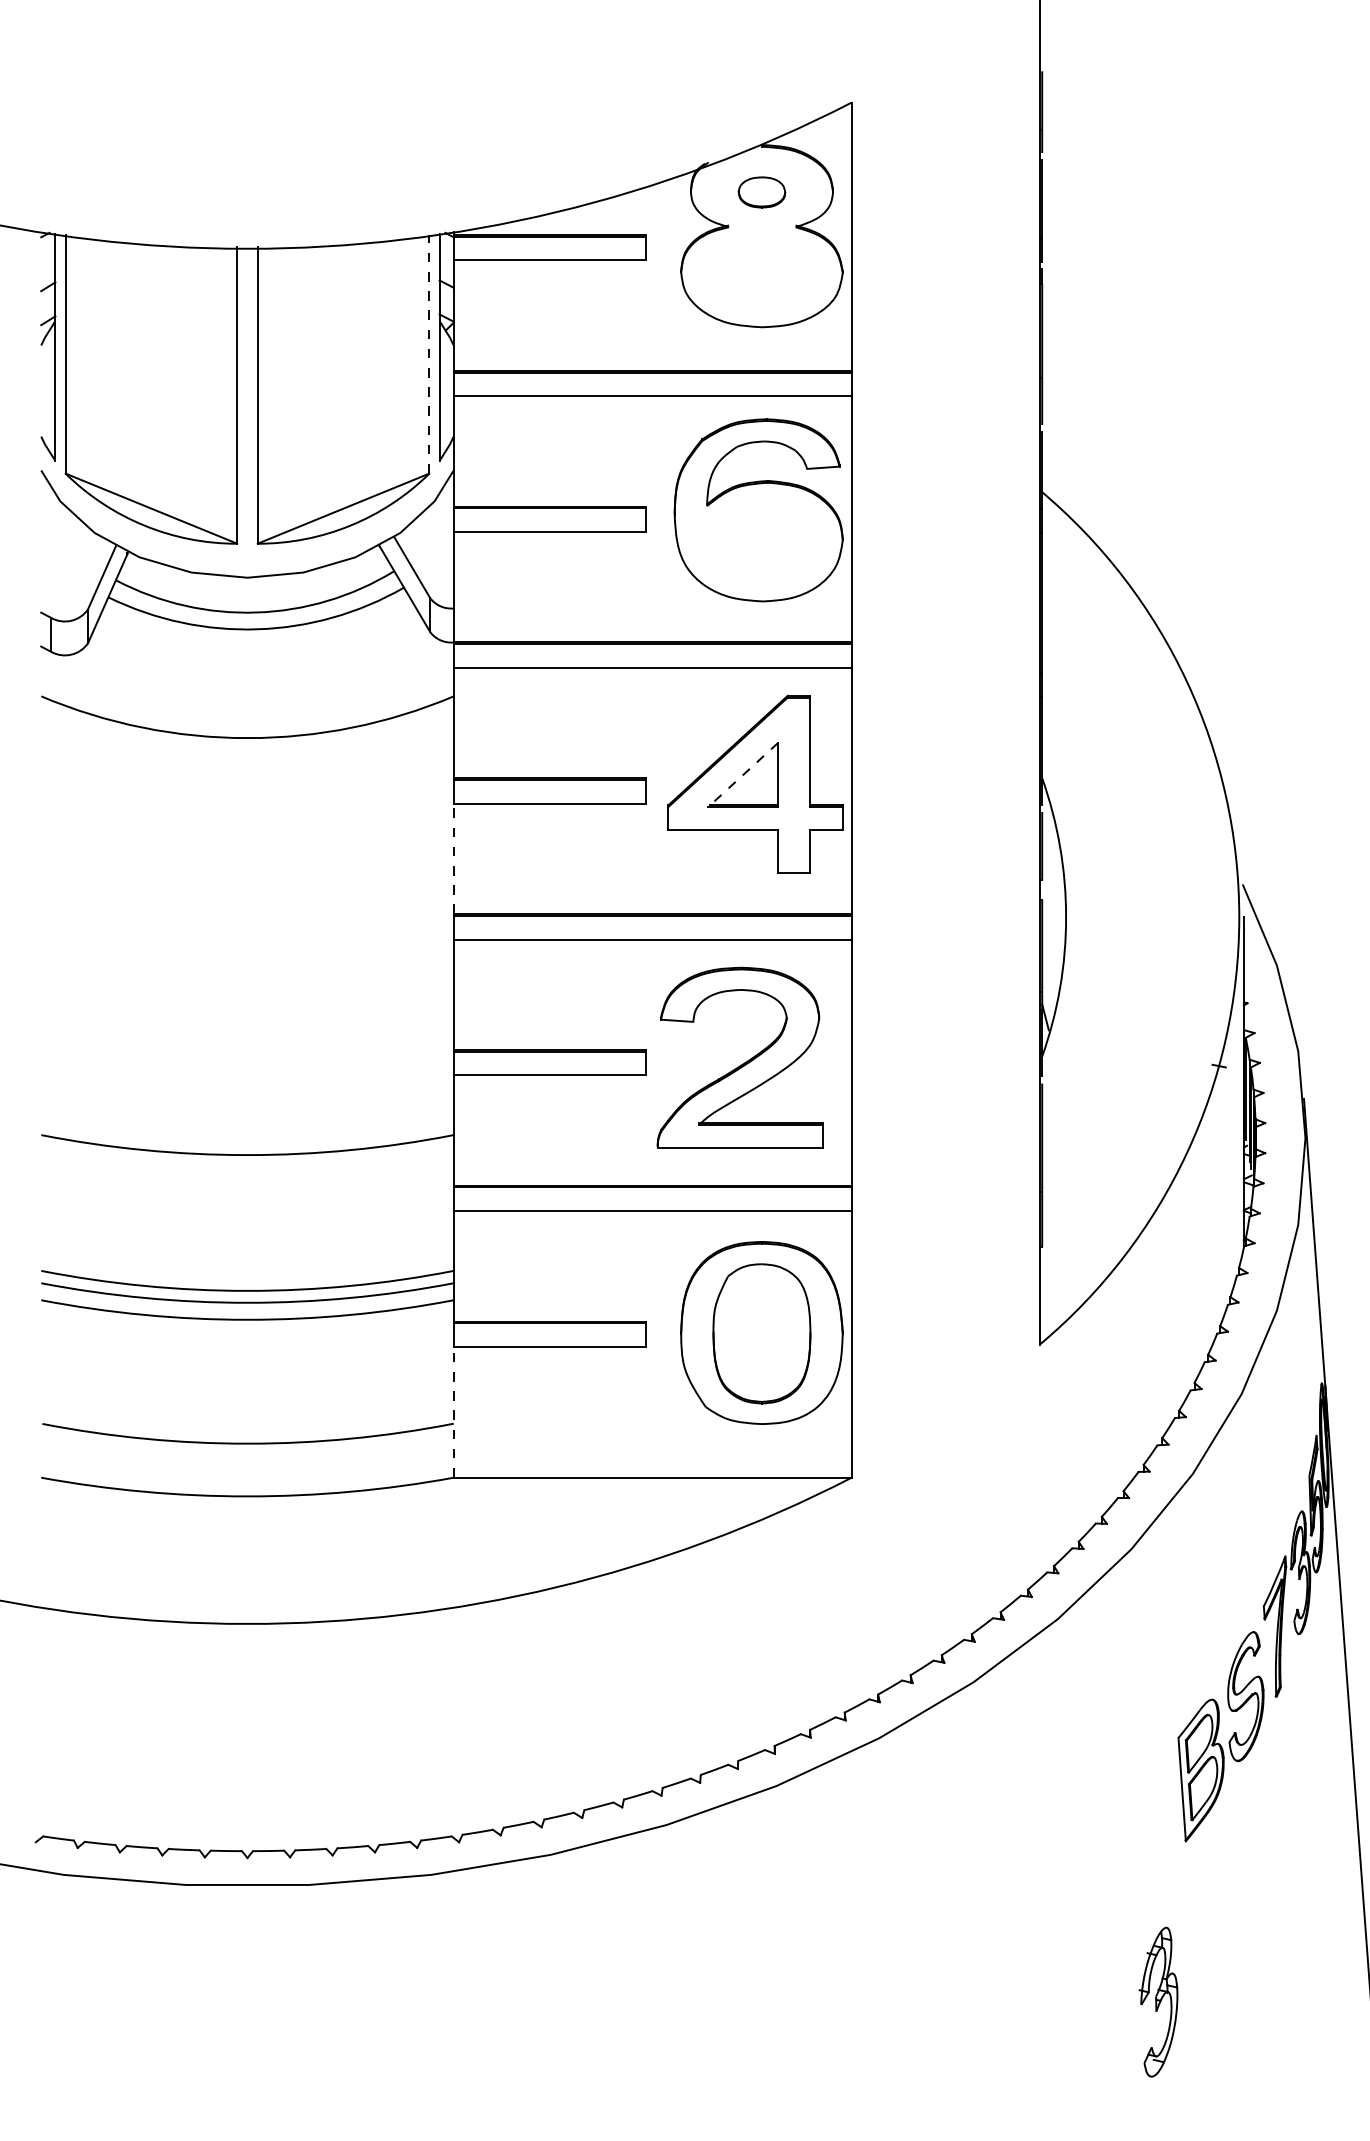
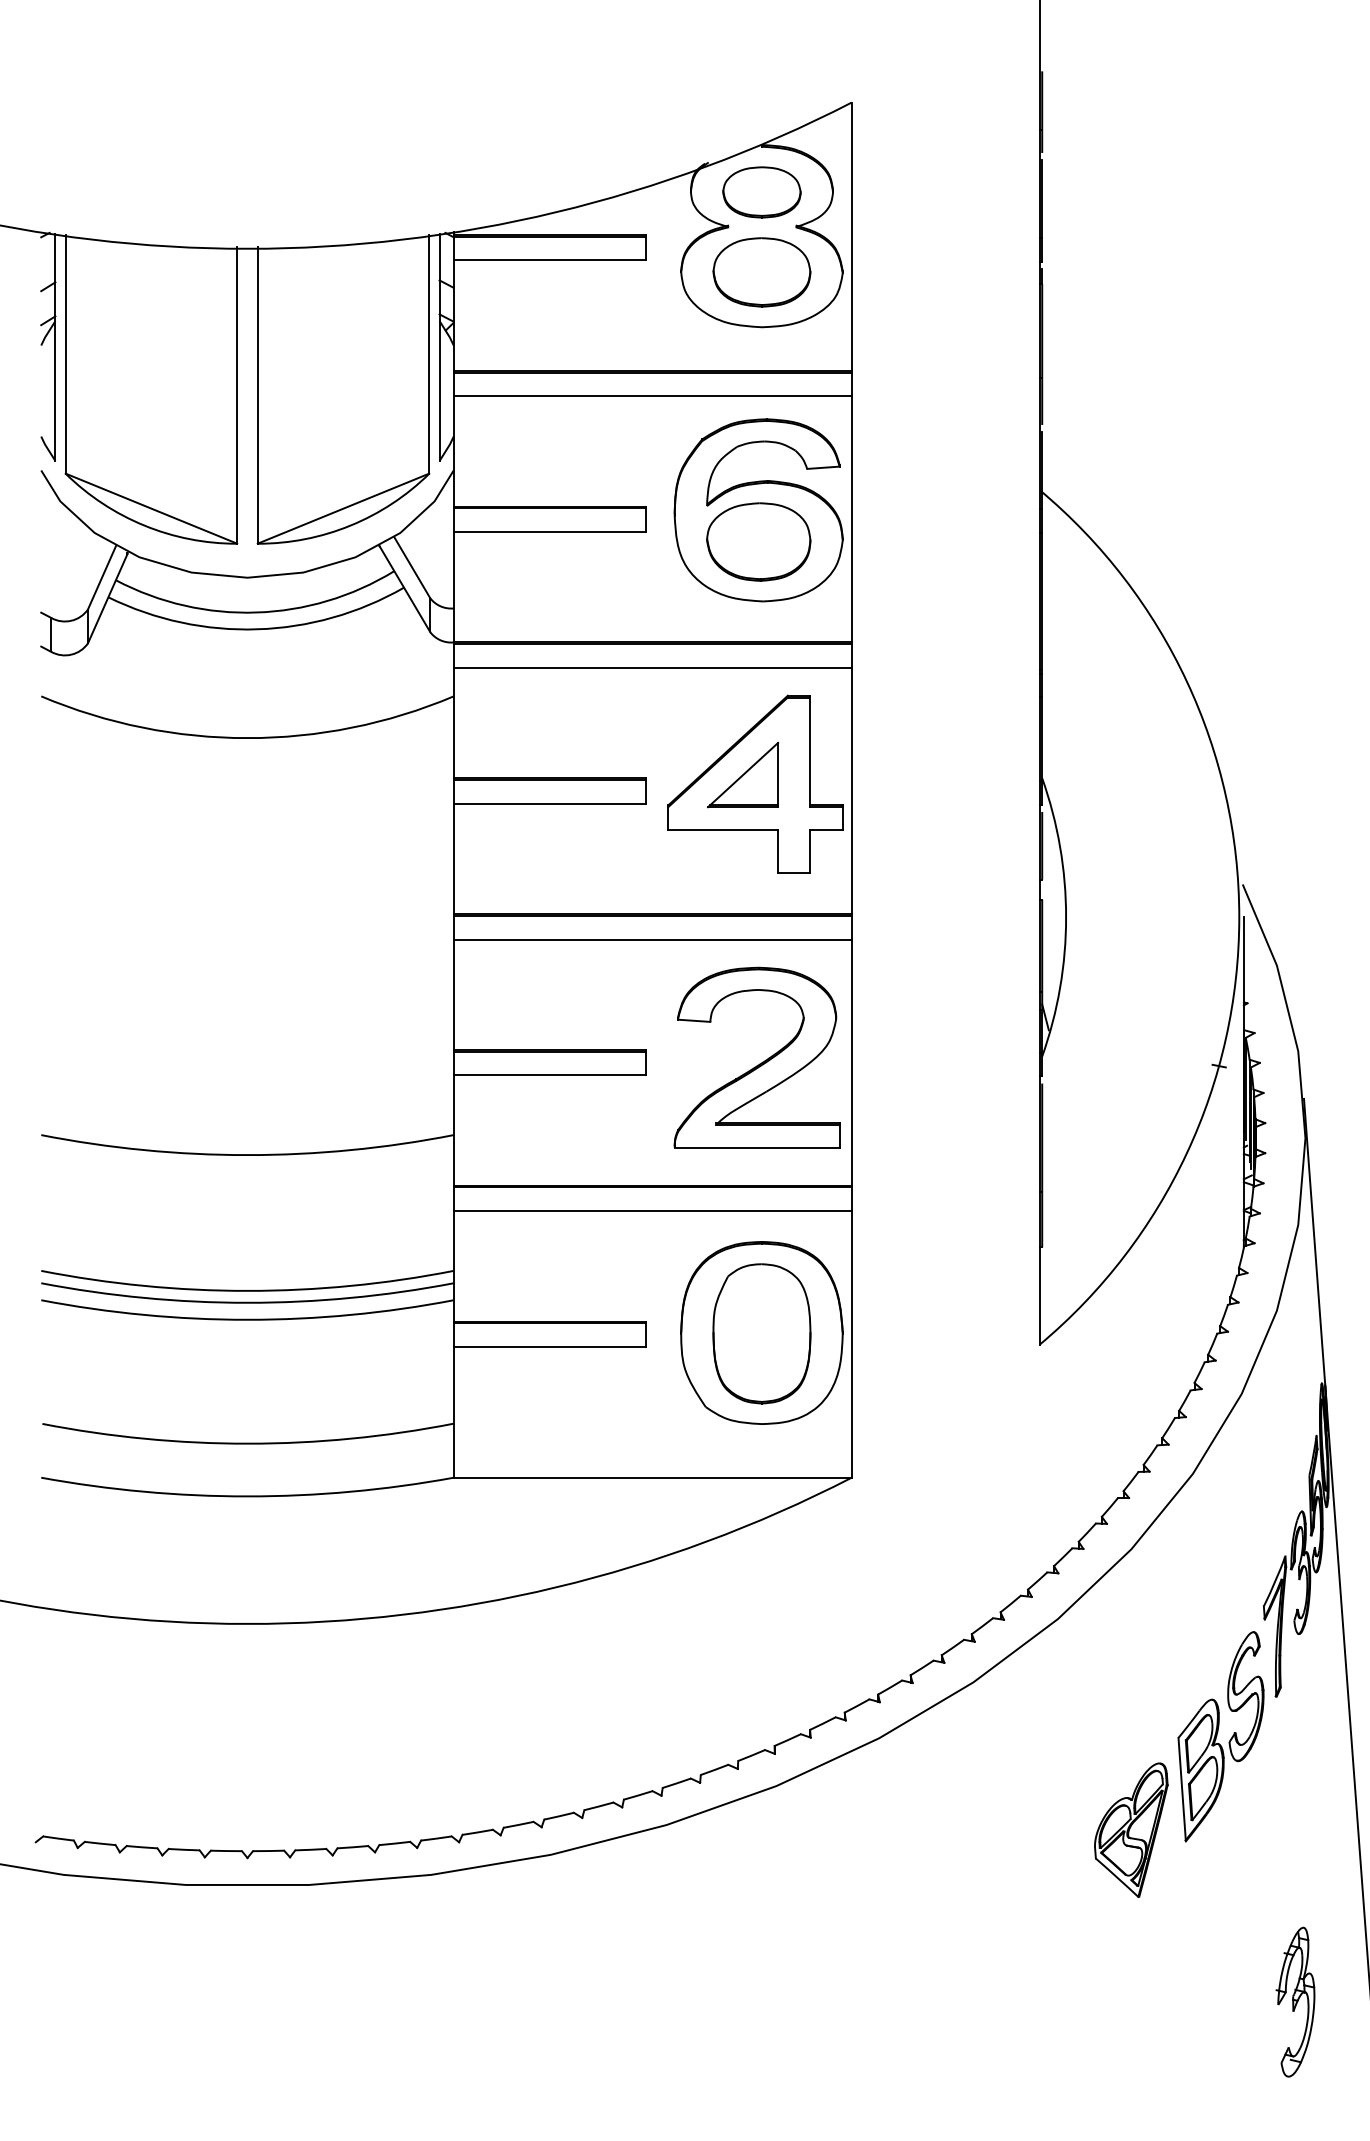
part at (761, 192) size: 50x33 px -> 80x53 px
part at (761, 272): none -> present
line at (429, 353): dashed -> solid
part at (758, 541): none -> present
line at (743, 775): dashed -> solid
line at (453, 858): dashed -> solid
part at (742, 1063) position: (742, 1063) -> (759, 1063)
line at (453, 1411): dashed -> solid
part at (1131, 1829): none -> present
part at (1158, 2001) position: (1158, 2001) -> (1295, 2001)
